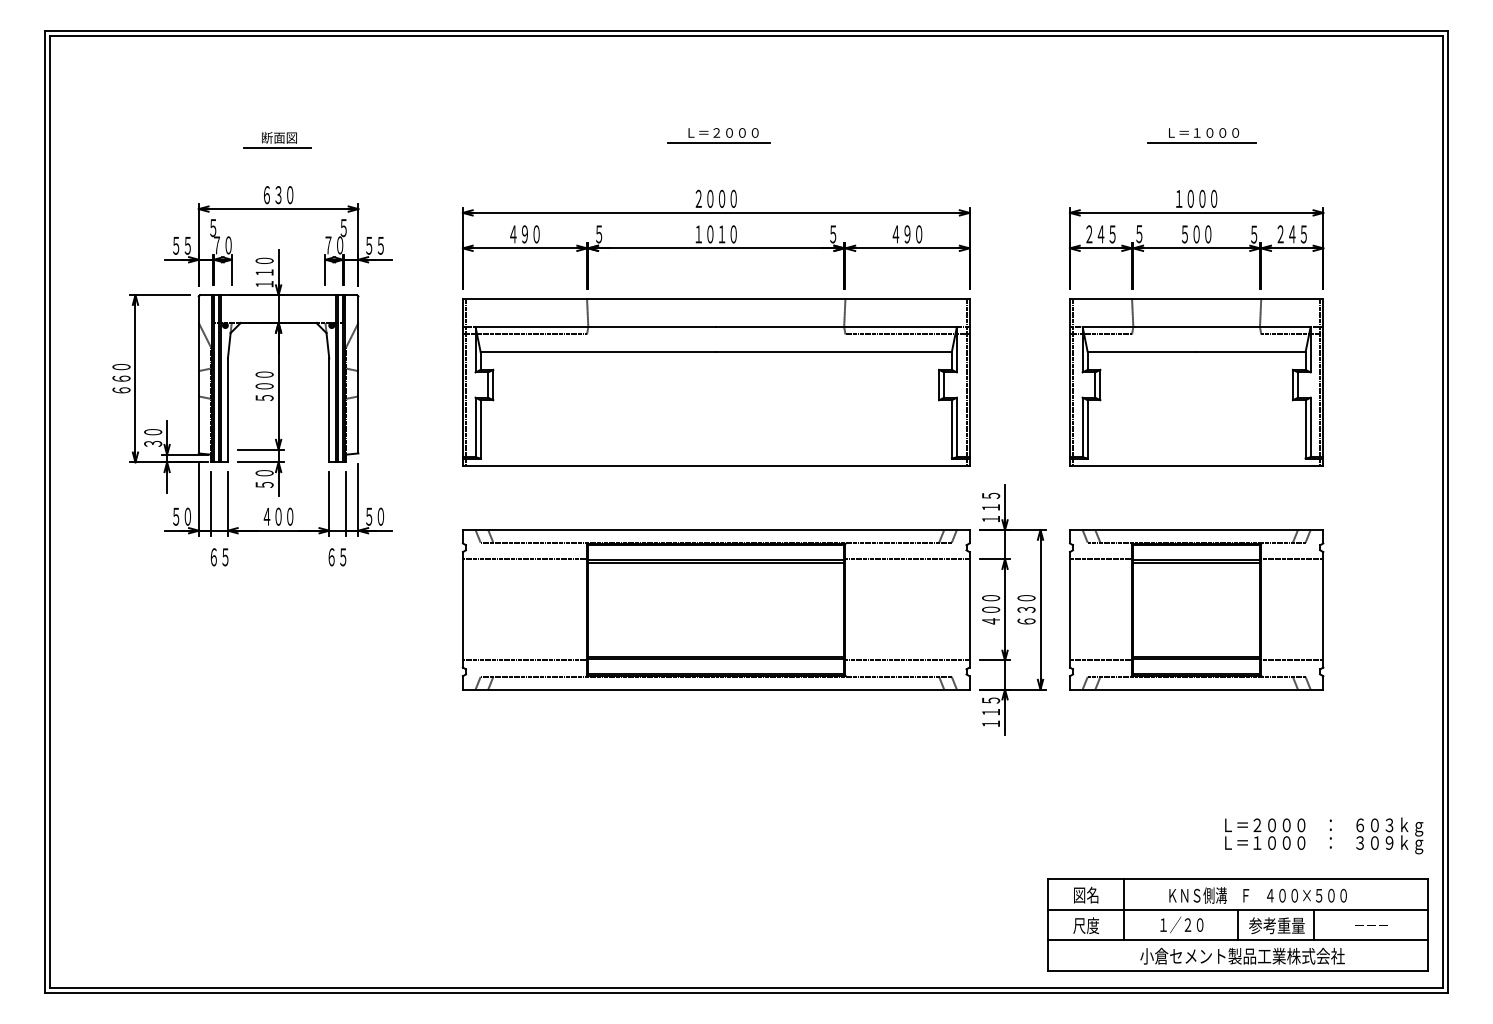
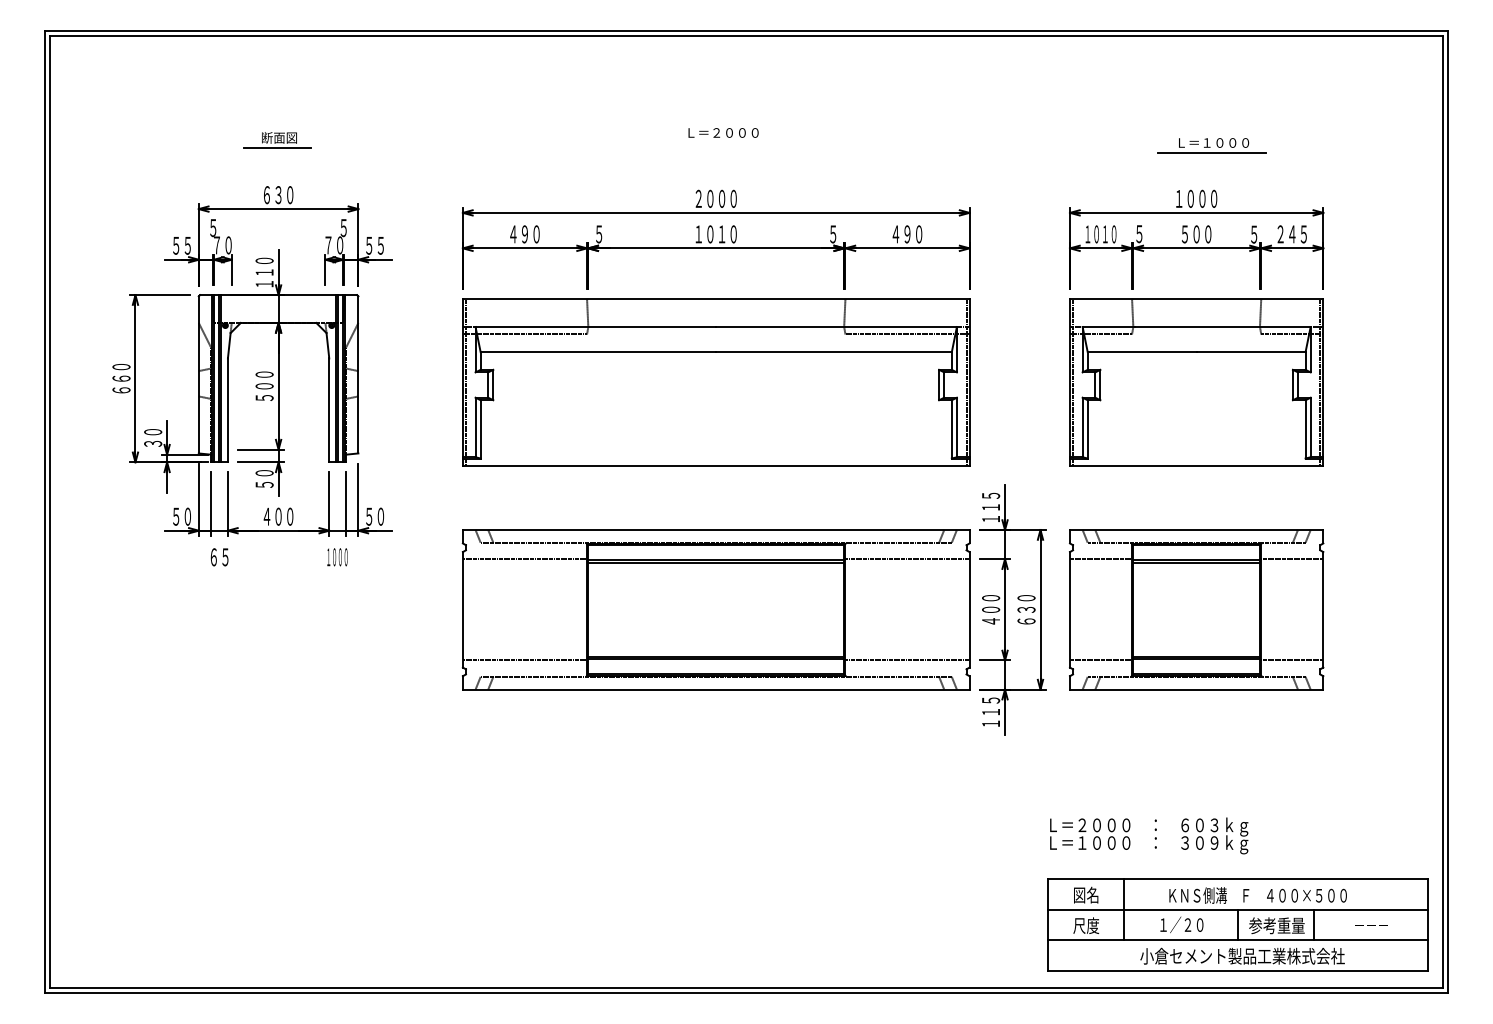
part at (1201, 135) position: (1201, 135) -> (1211, 145)
line at (718, 143): present -> none
text at (1100, 234): ２４５ -> １０１０
text at (337, 557): ６５ -> １０００
text at (1324, 835) position: (1324, 835) -> (1149, 835)
